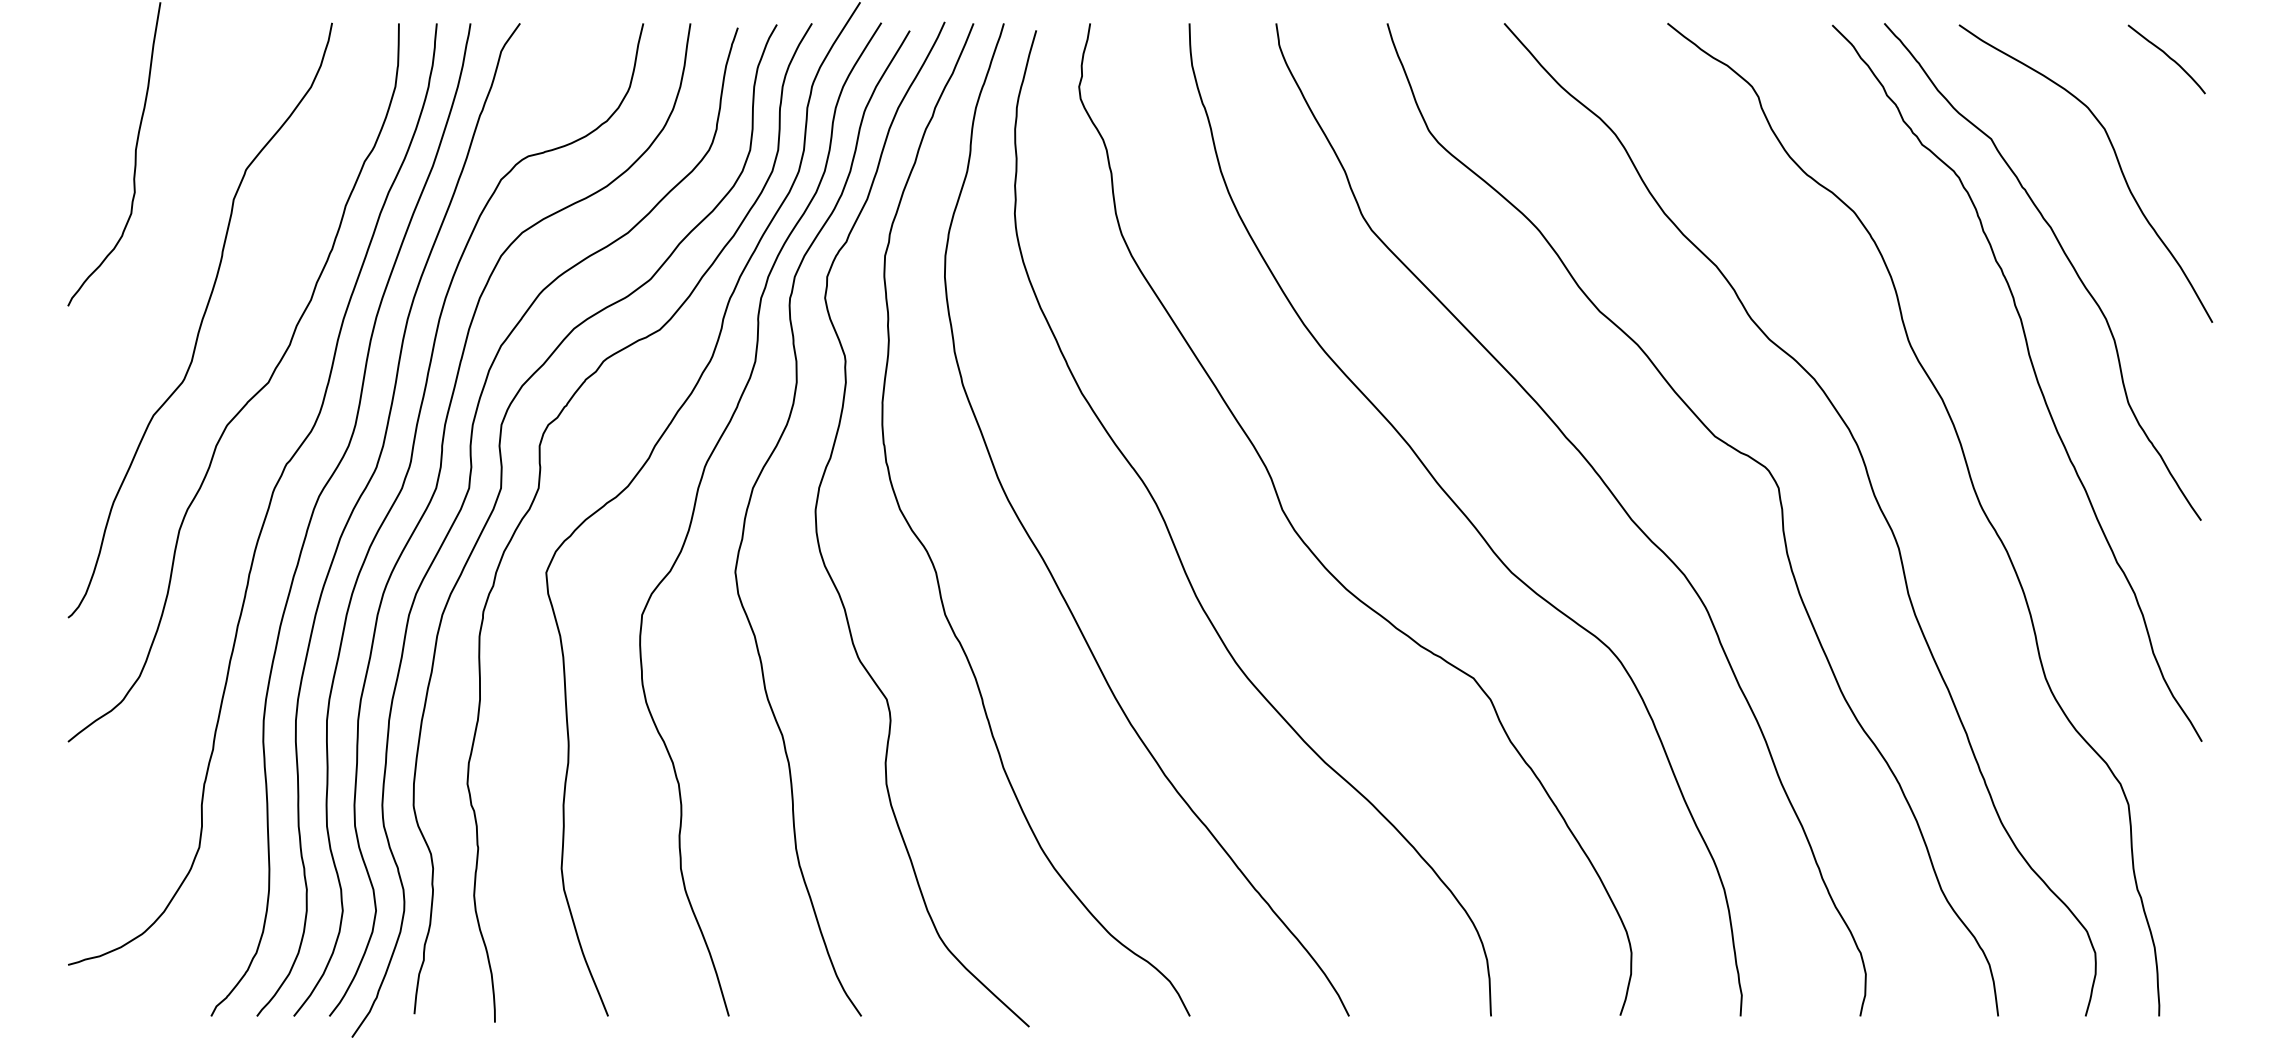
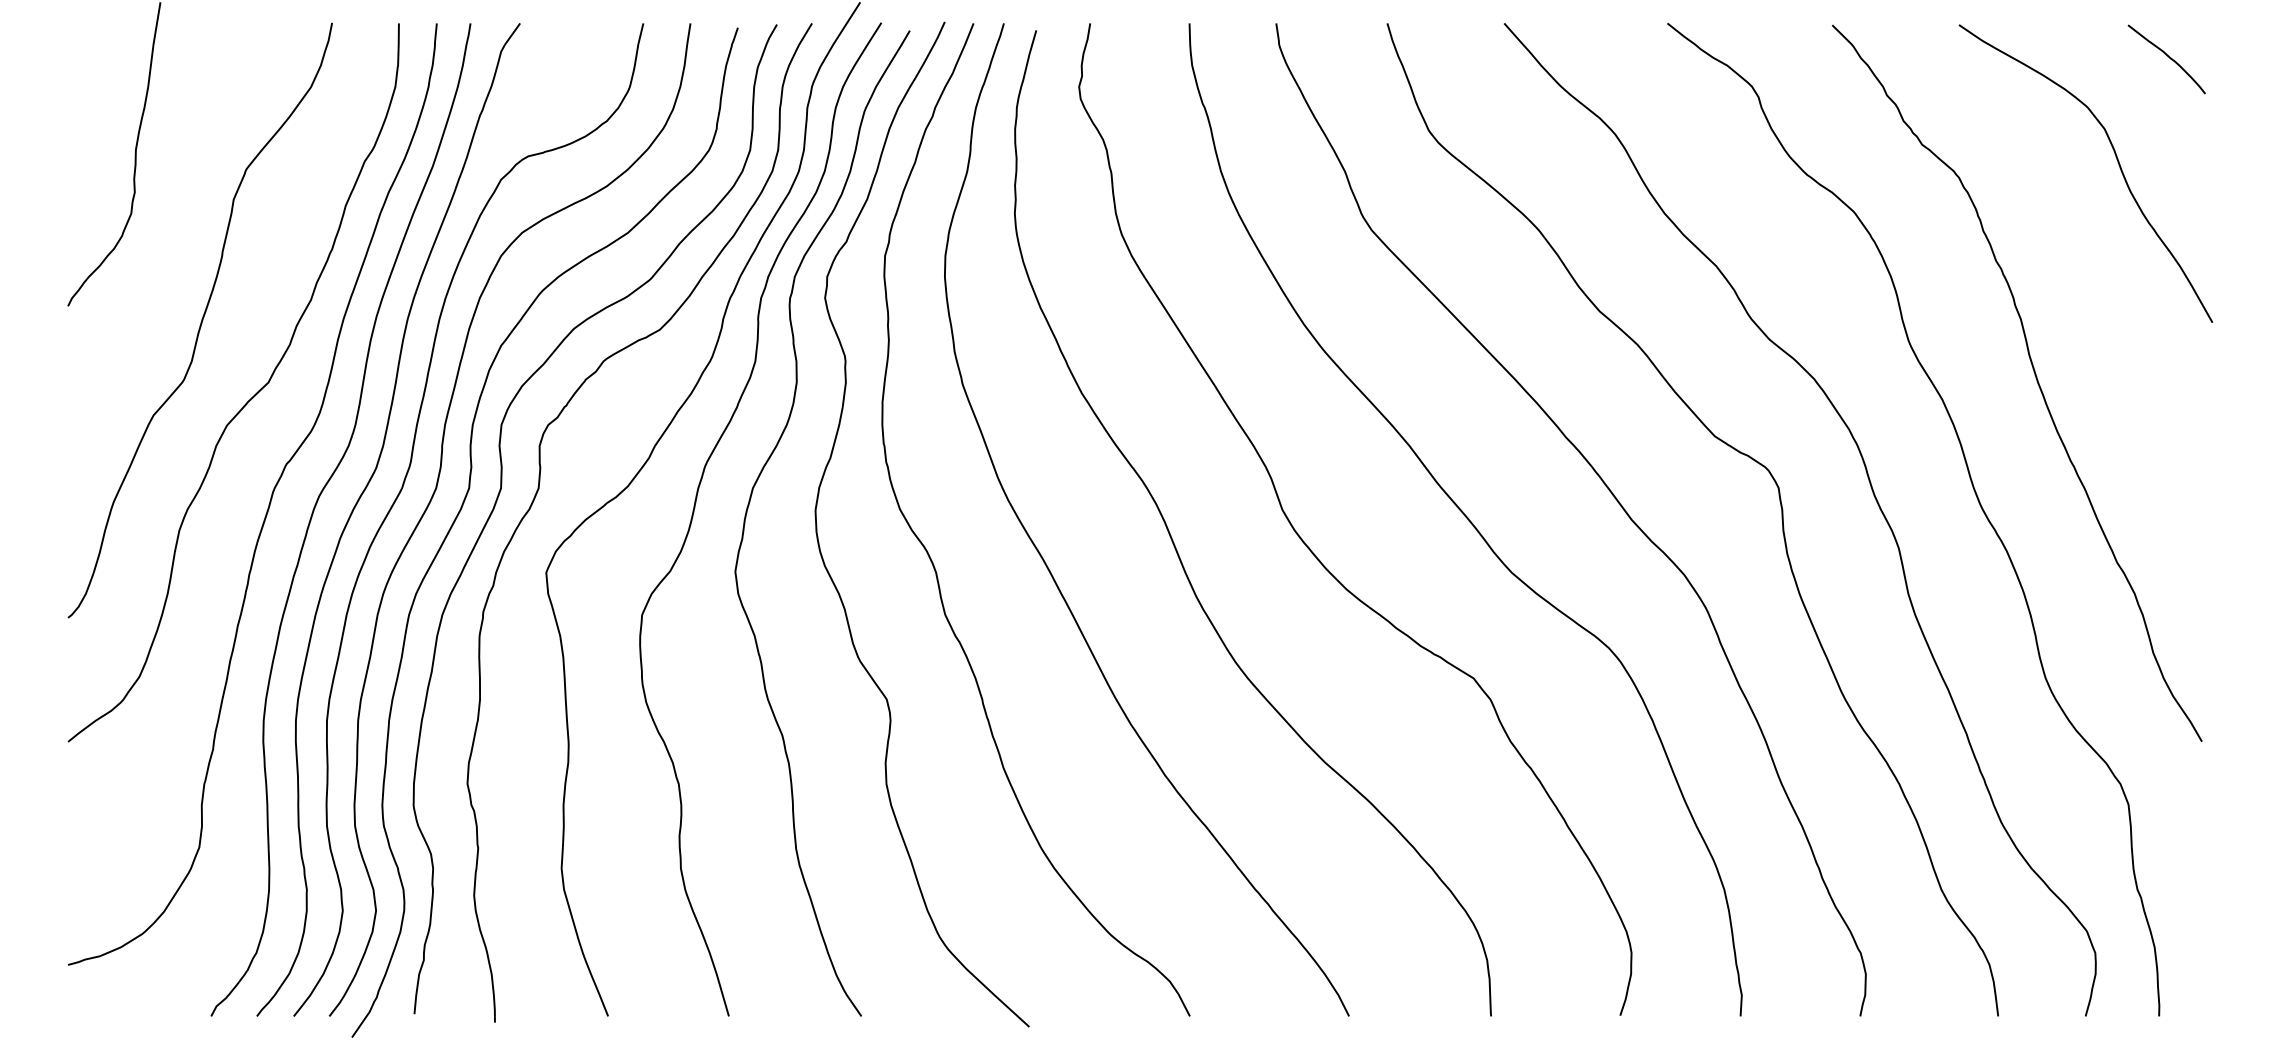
curve at (2065, 256): present -> none
